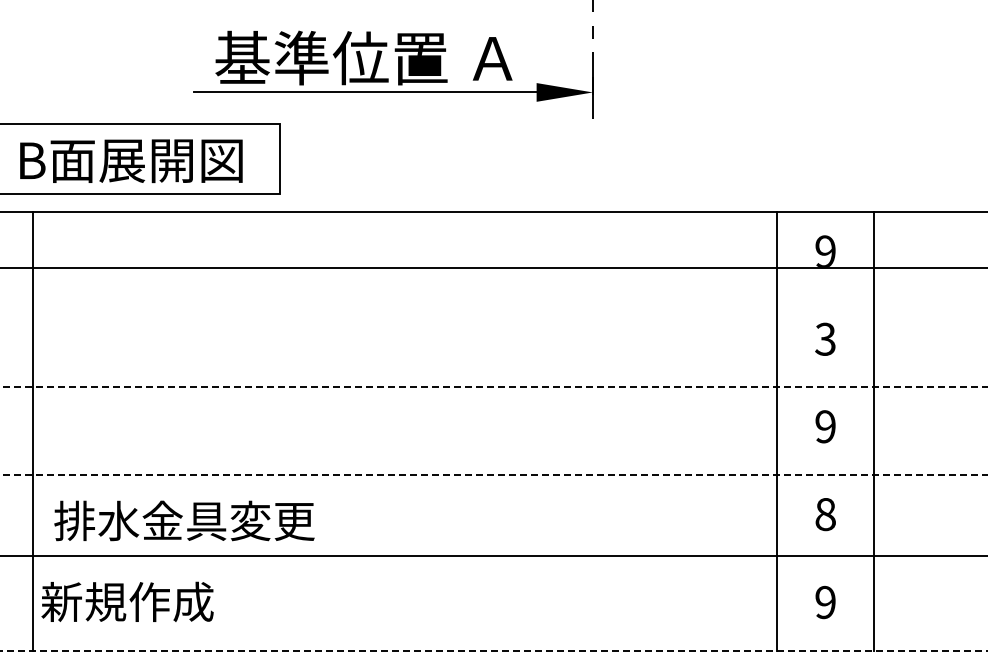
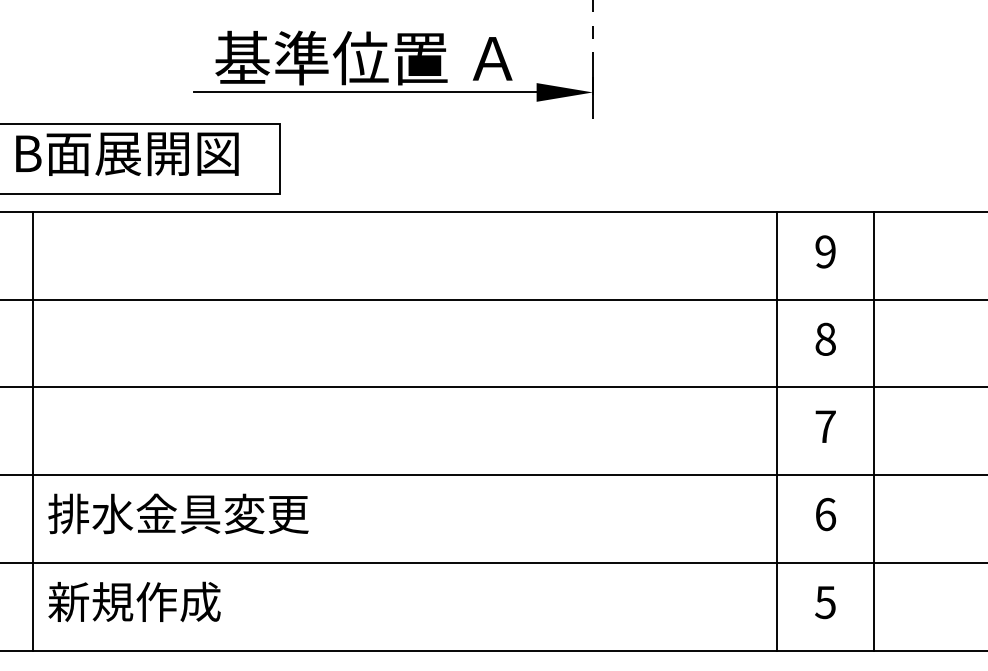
text at (131, 161) position: (131, 161) -> (127, 154)
line at (493, 267) position: (493, 267) -> (493, 299)
text at (825, 338): 3 -> 8
line at (494, 387): dashed -> solid
text at (825, 426): 9 -> 7
line at (494, 474): dashed -> solid
text at (825, 514): 8 -> 6
text at (184, 520) position: (184, 520) -> (178, 513)
line at (493, 555) position: (493, 555) -> (493, 562)
text at (127, 601) position: (127, 601) -> (134, 601)
text at (825, 602): 9 -> 5
line at (493, 650): dashed -> solid
